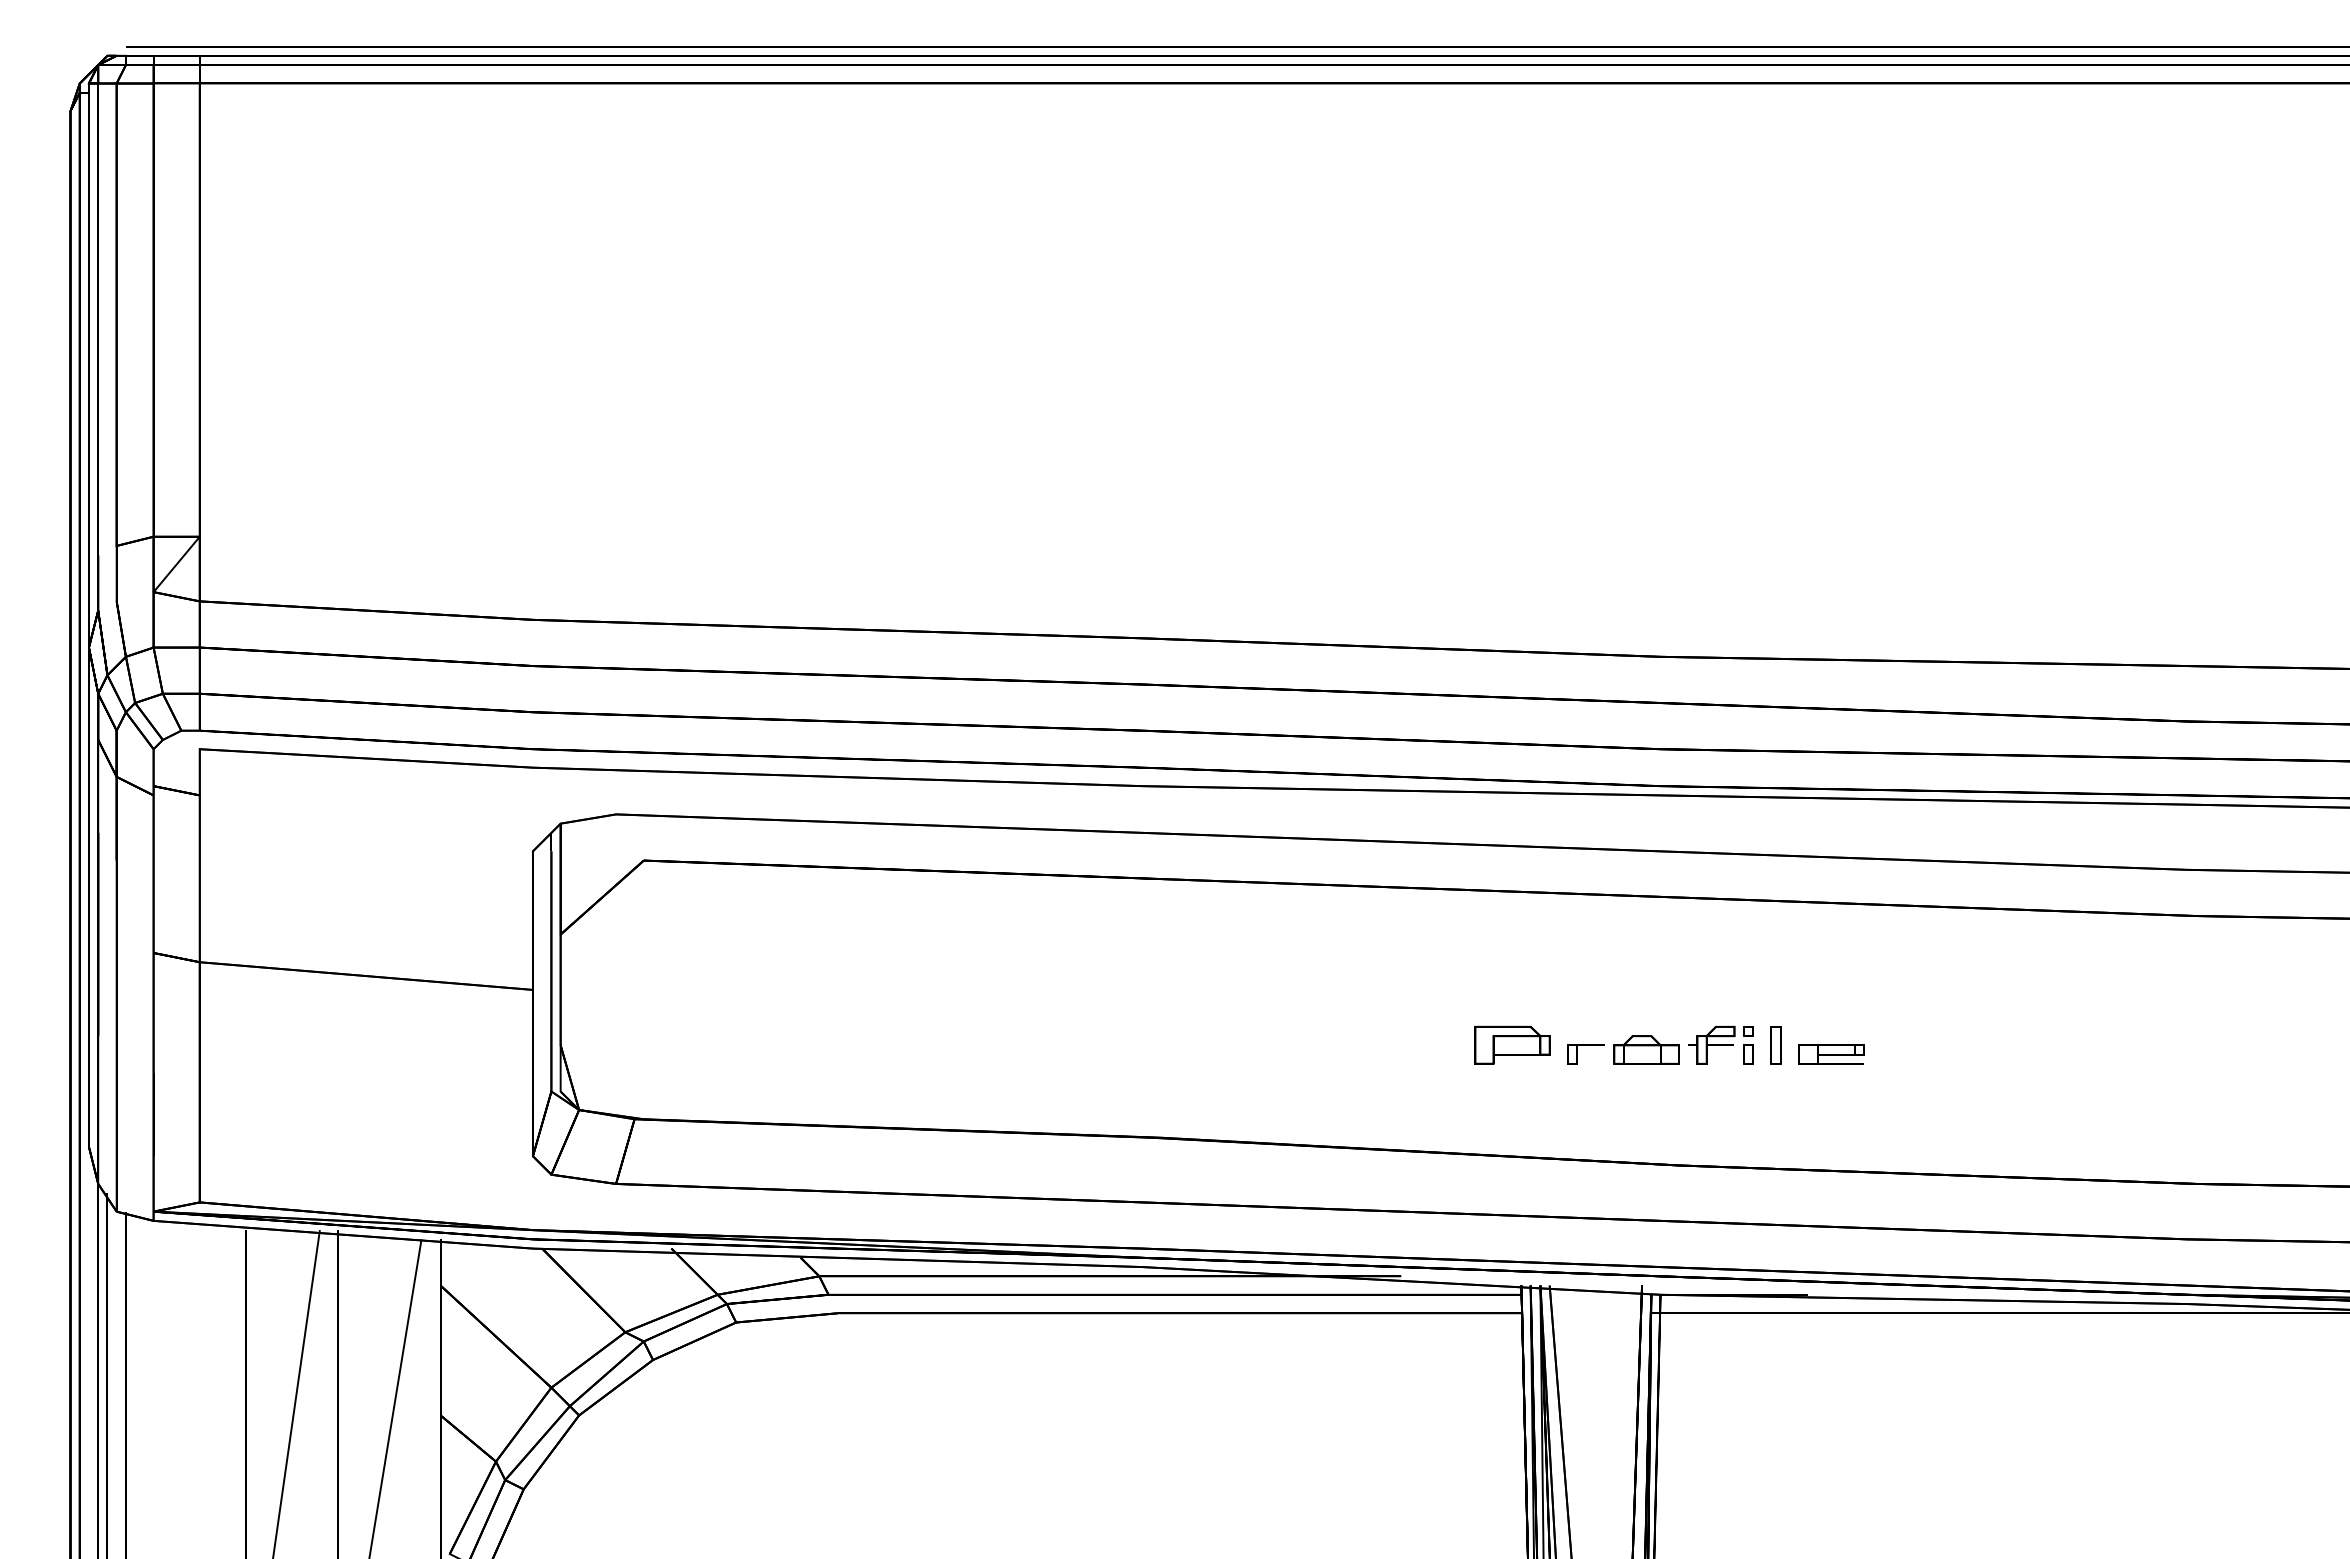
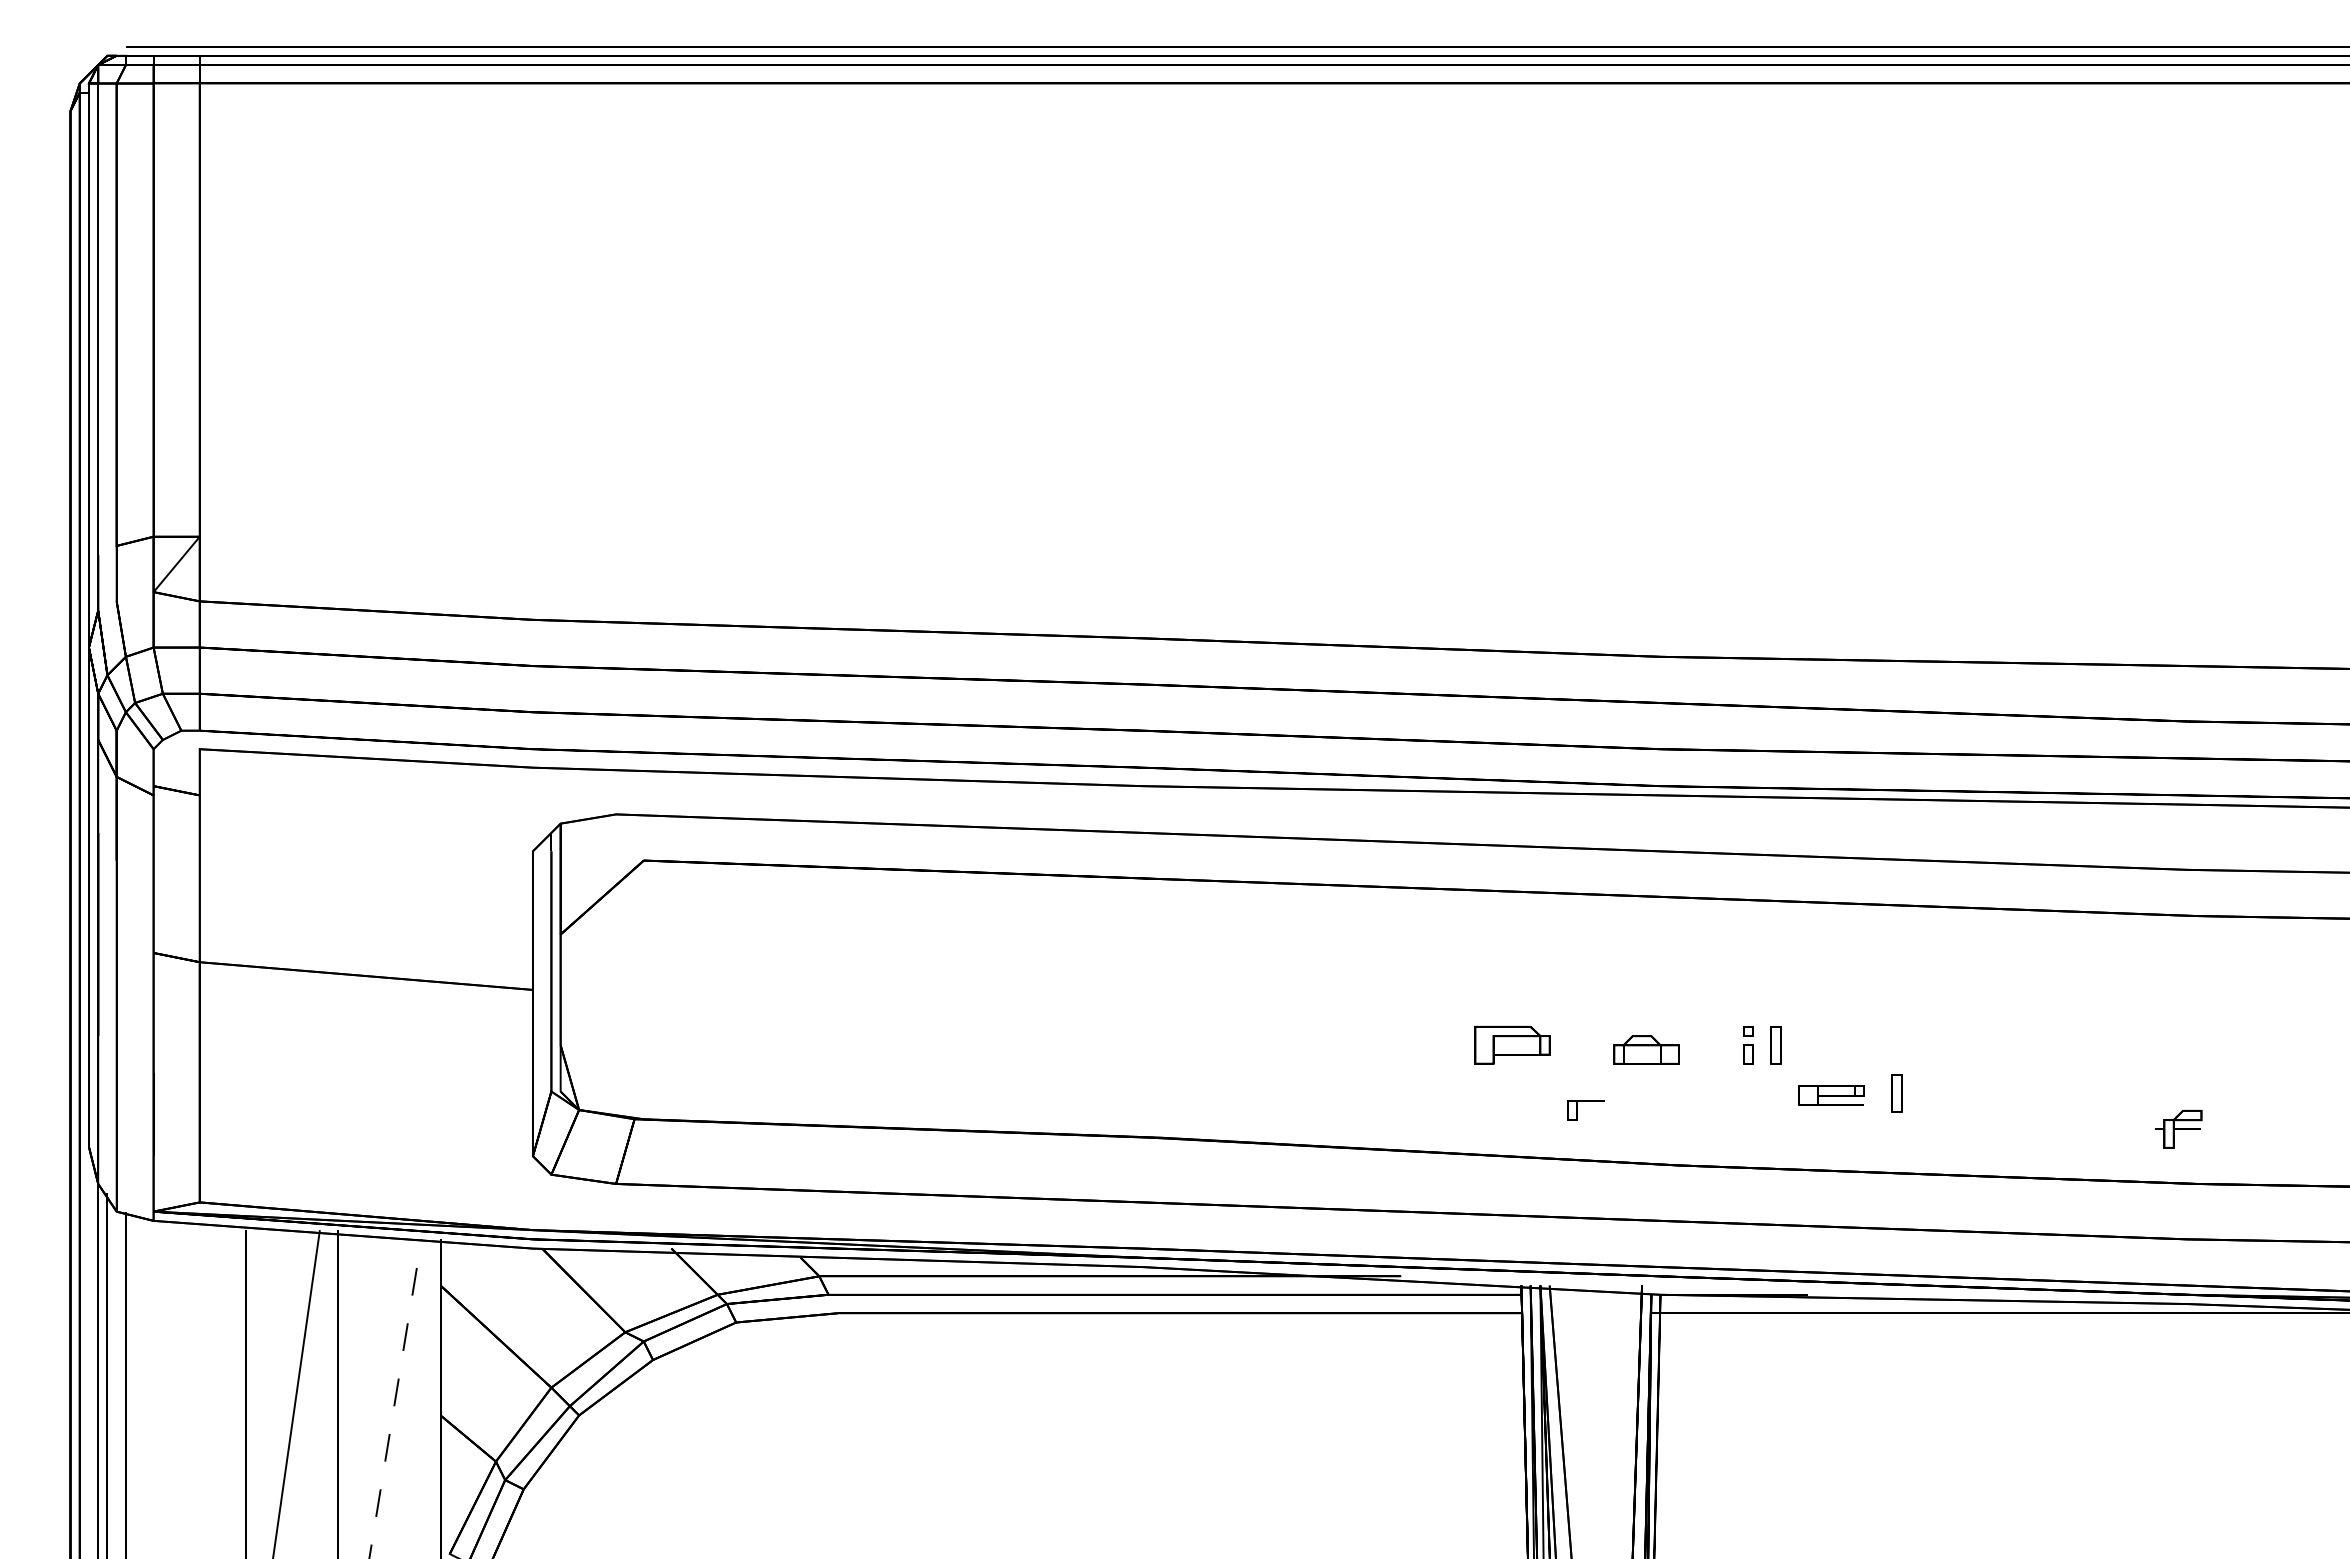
part at (1711, 1044) position: (1711, 1044) -> (2178, 1128)
part at (1577, 1054) position: (1577, 1054) -> (1577, 1110)
part at (1831, 1054) position: (1831, 1054) -> (1831, 1095)
part at (1896, 1093): none -> present
line at (395, 1399): solid -> dashed
